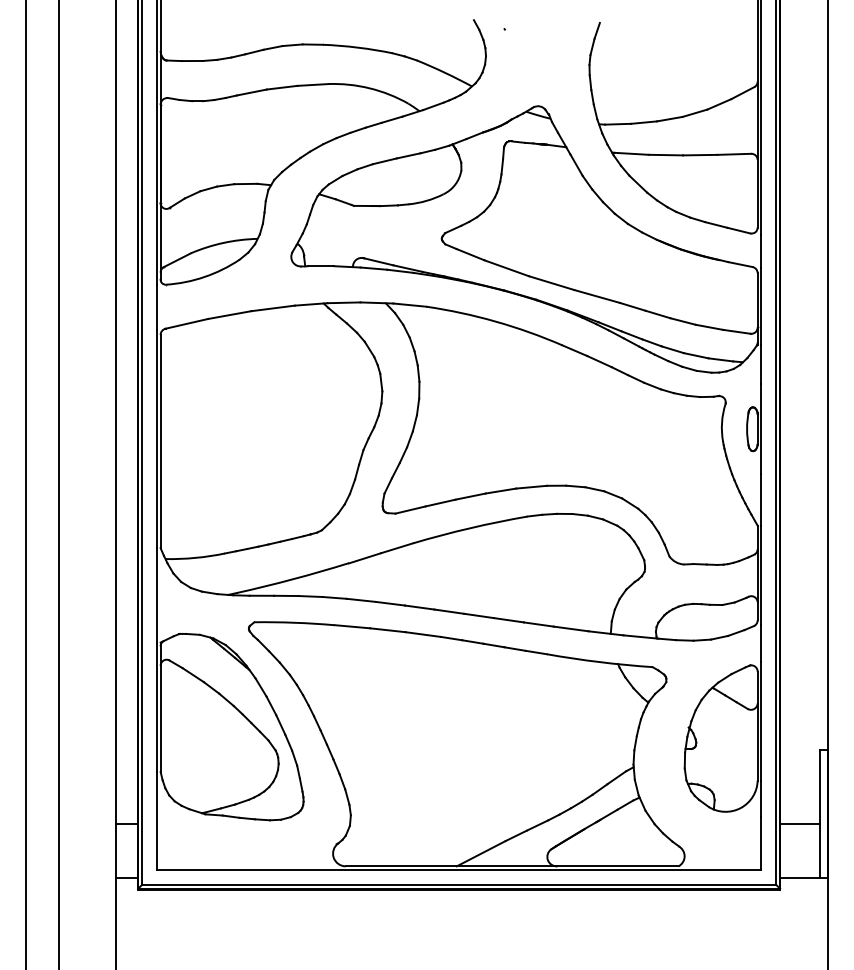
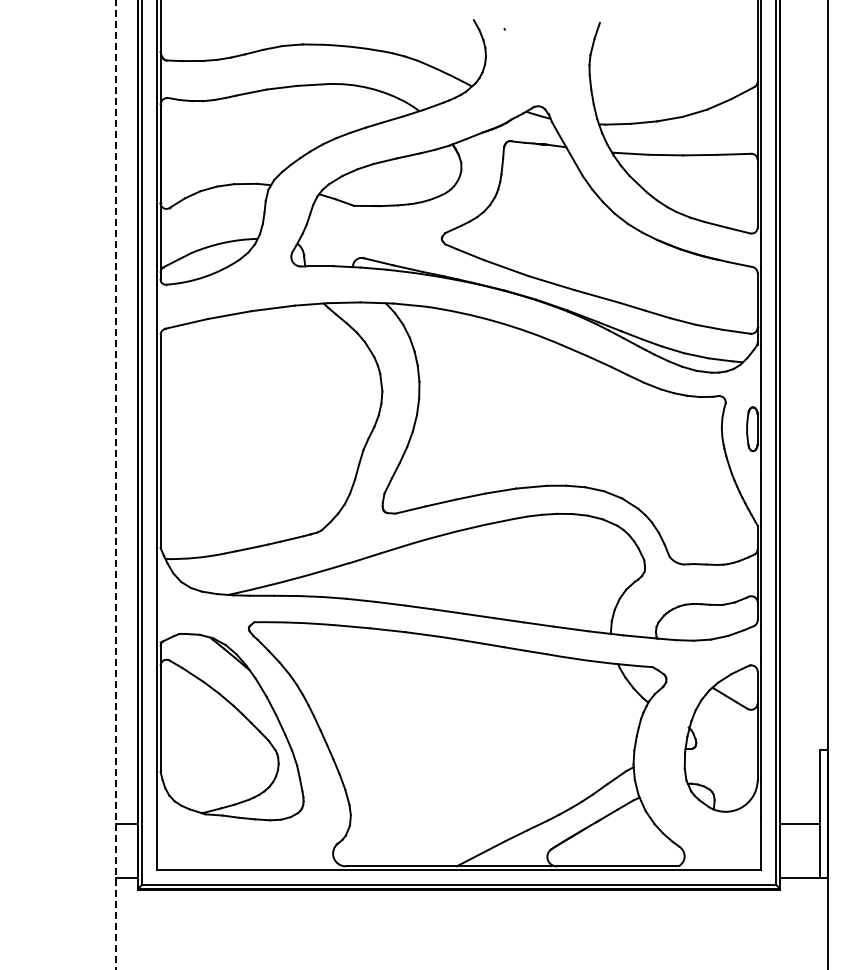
line at (25, 484): present -> none
line at (59, 484): present -> none
line at (115, 485): solid -> dashed
